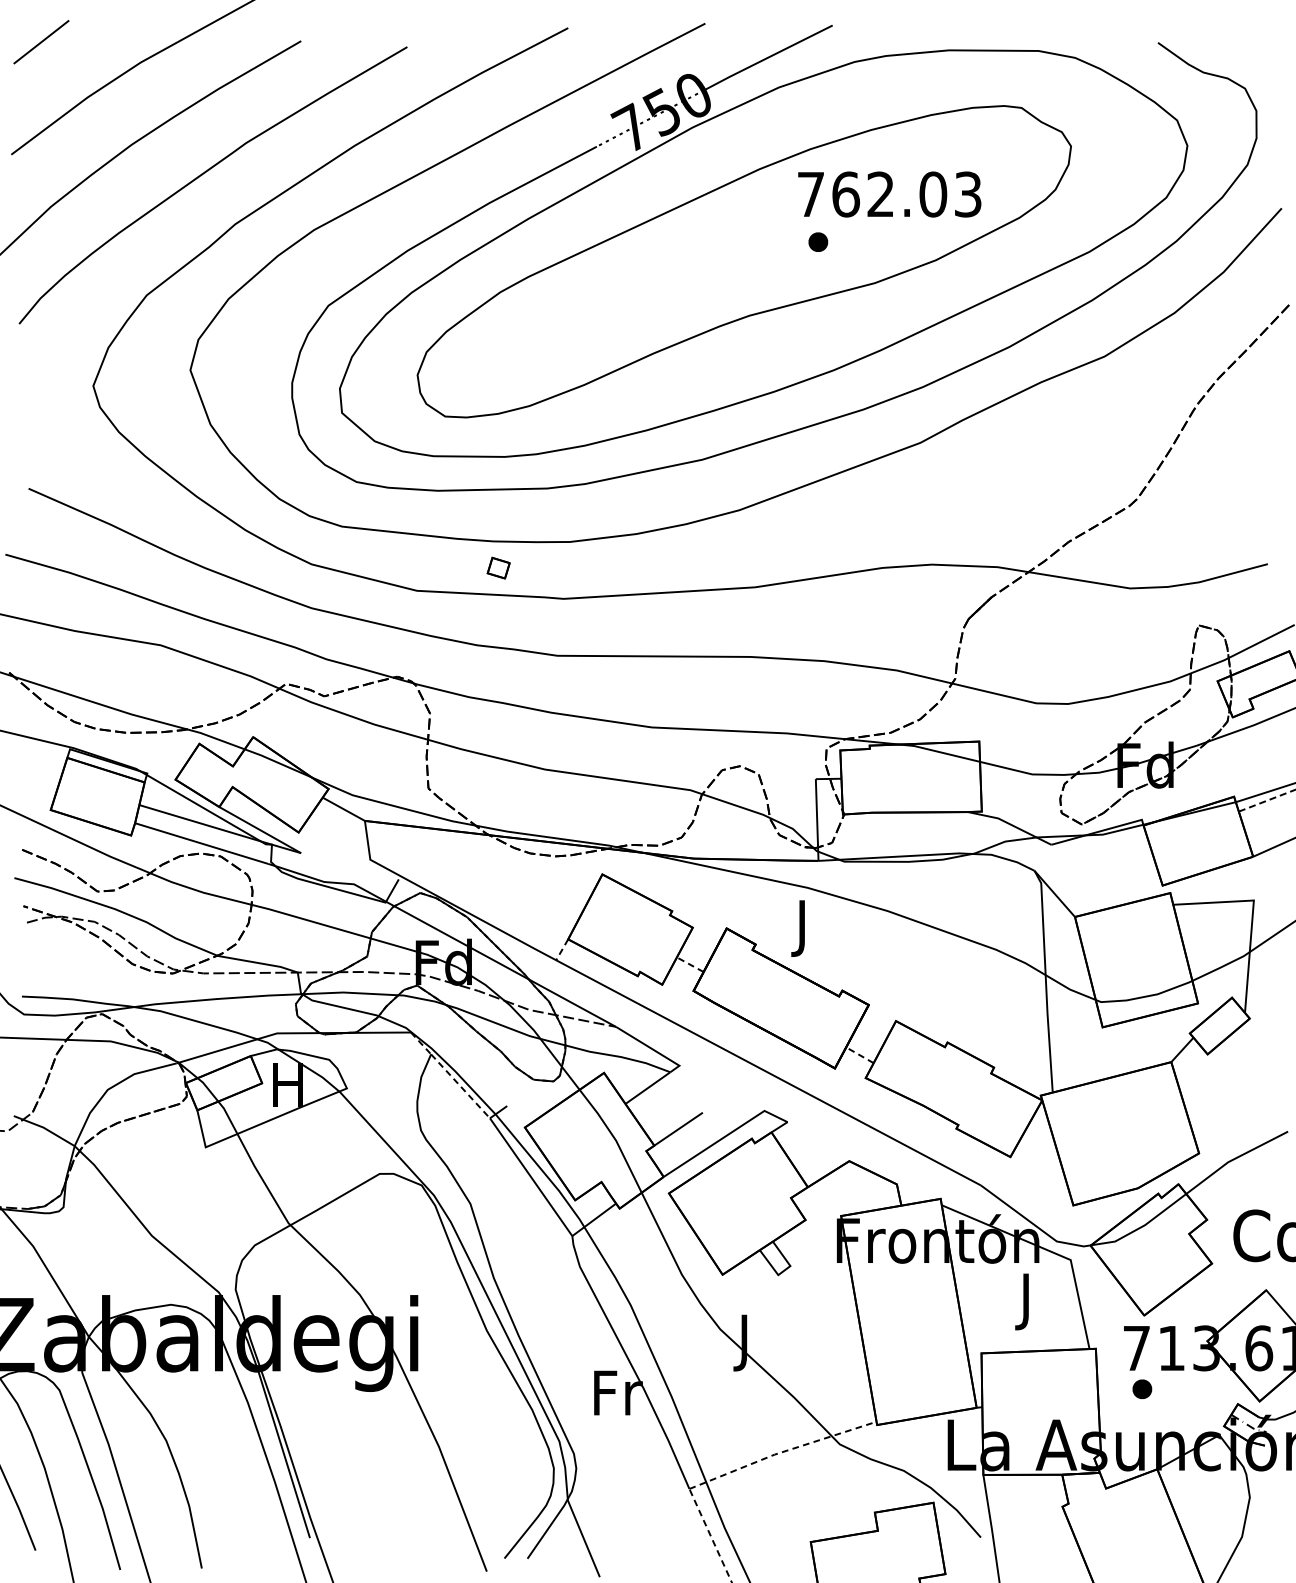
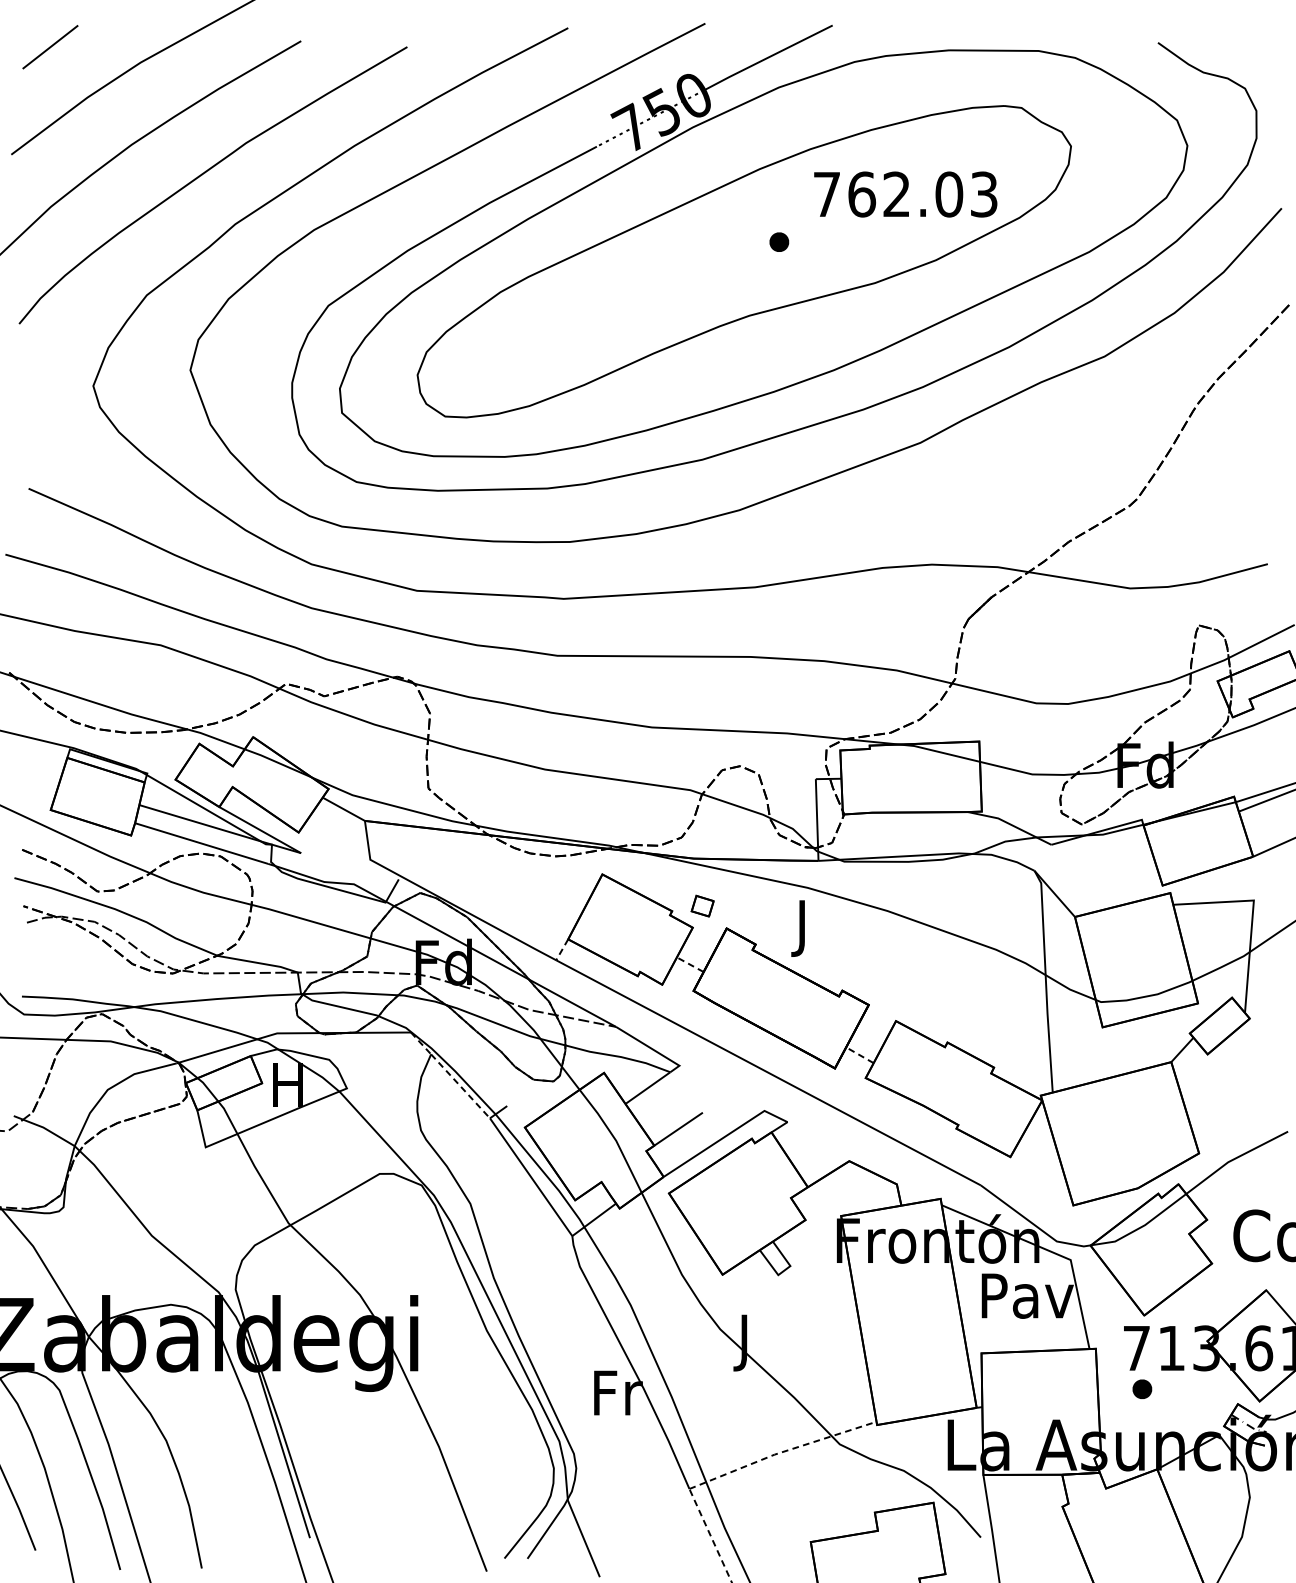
line at (41, 42) position: (41, 42) -> (50, 47)
text at (889, 194) position: (889, 194) -> (905, 194)
part at (818, 241) position: (818, 241) -> (779, 241)
part at (498, 567) position: (498, 567) -> (702, 905)
line at (1267, 800): dashed -> solid
text at (1027, 1301): J -> Pav
